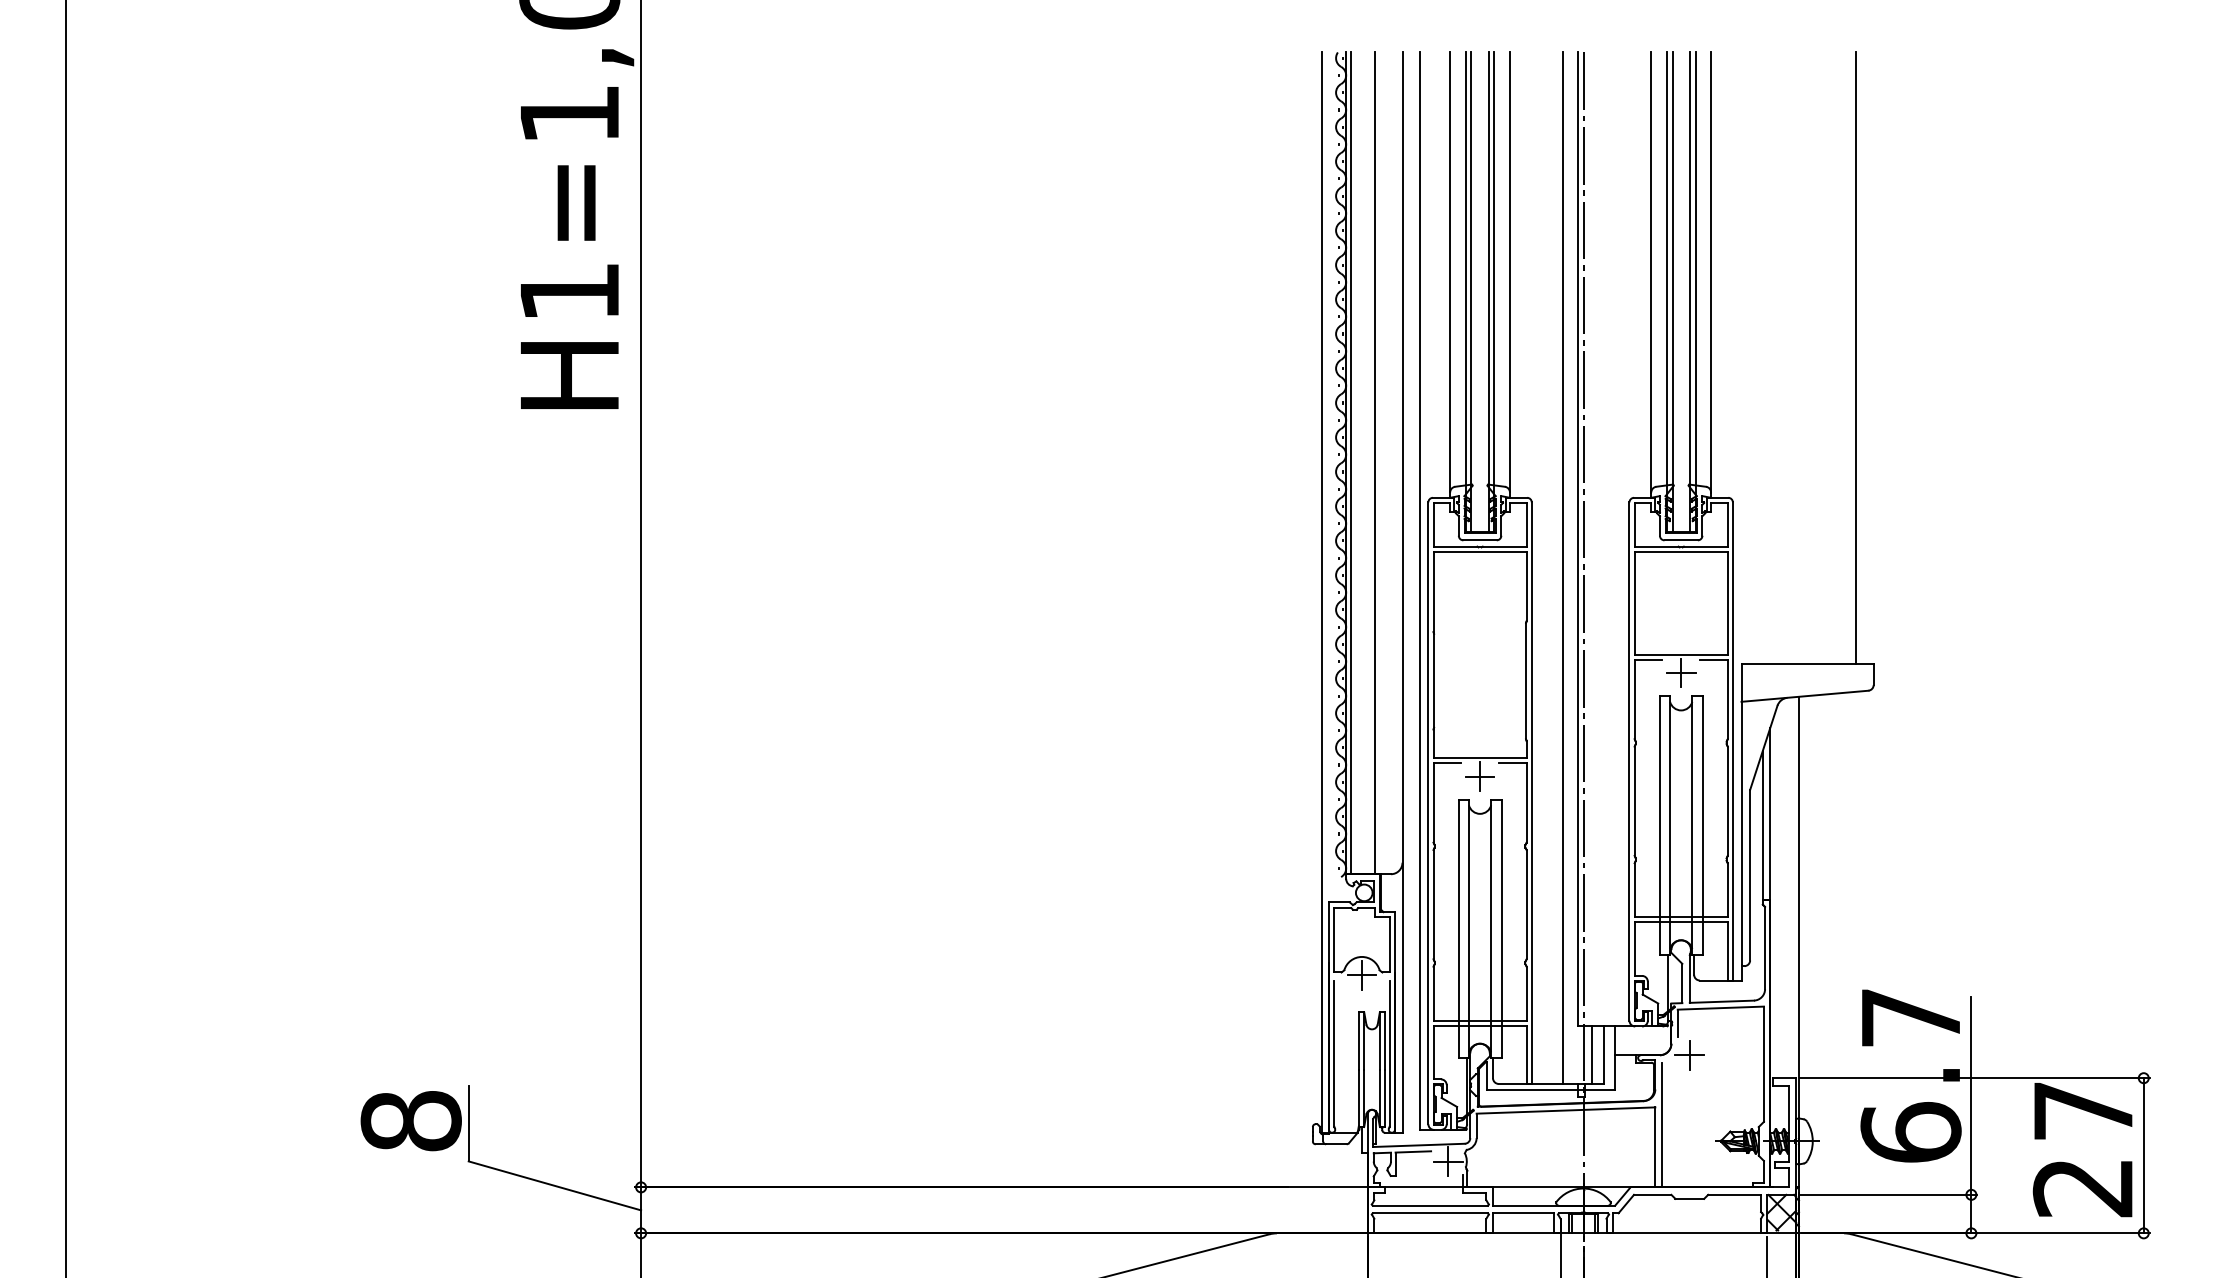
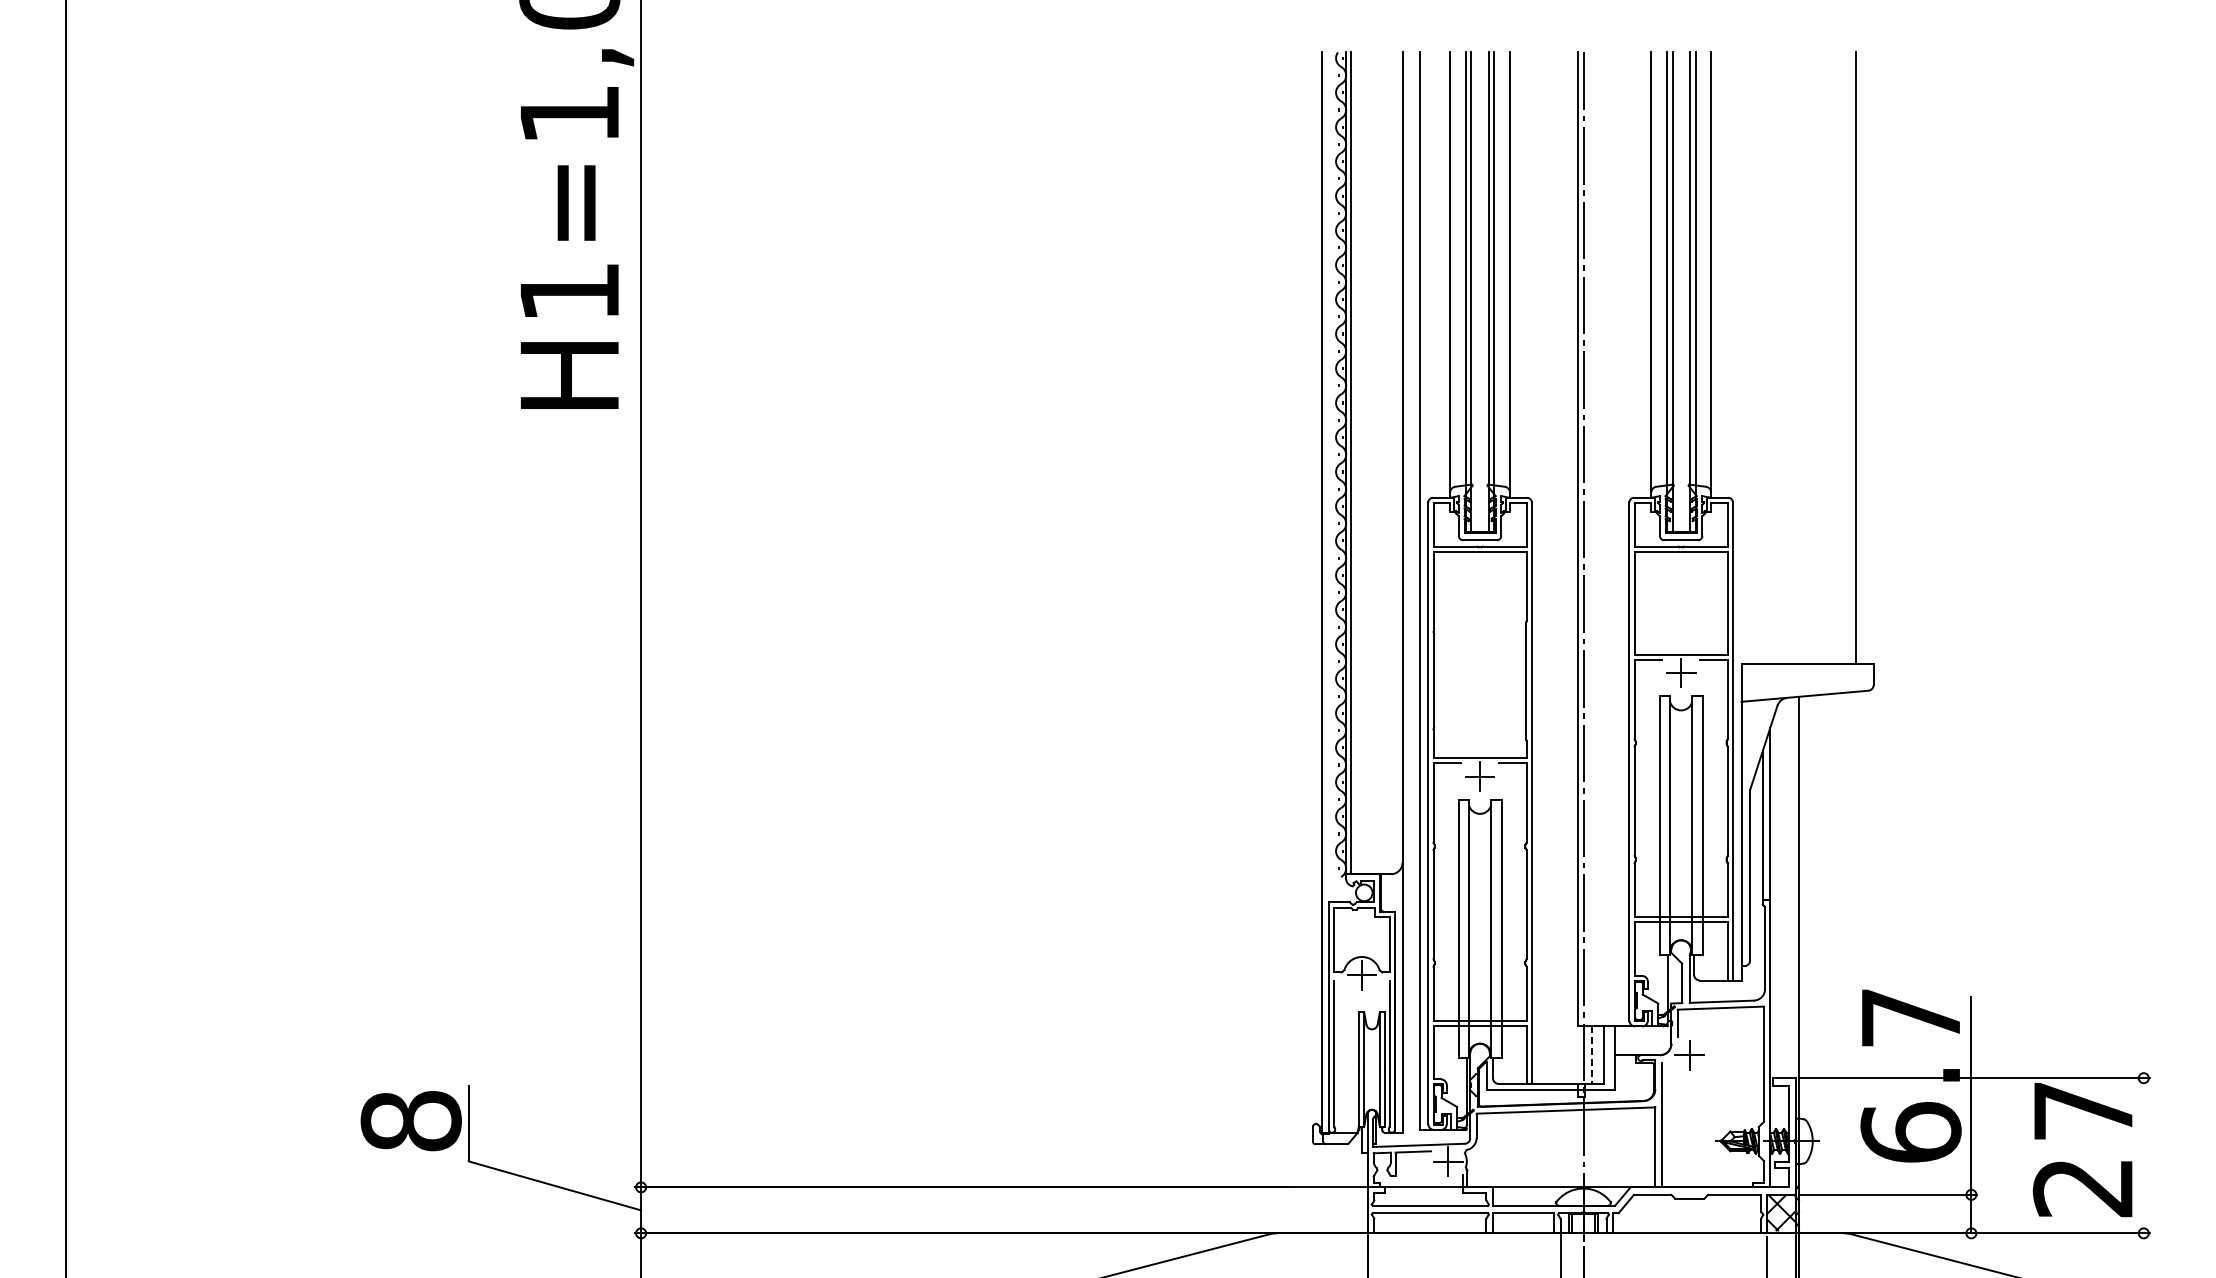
line at (1374, 463): present -> none
line at (1563, 567): present -> none
line at (1591, 1055): solid -> dashed
line at (2143, 1155): present -> none
